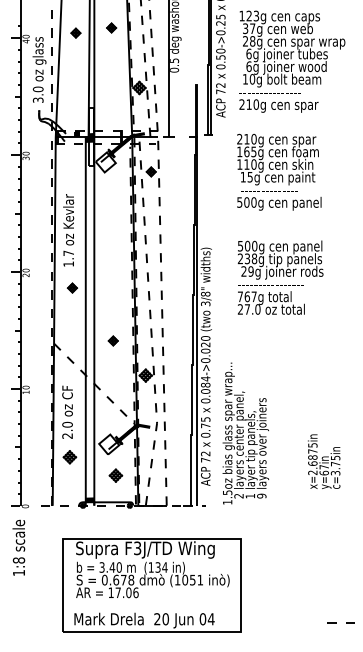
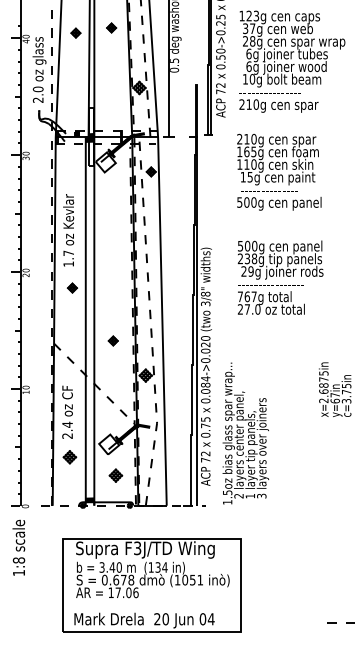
text at (38, 99): 3.0 -> 2.0
line at (160, 252): dashed -> solid
text at (67, 424): 2.0 -> 2.4
text at (324, 461) position: (324, 461) -> (335, 389)
text at (261, 495): 9 -> 3
